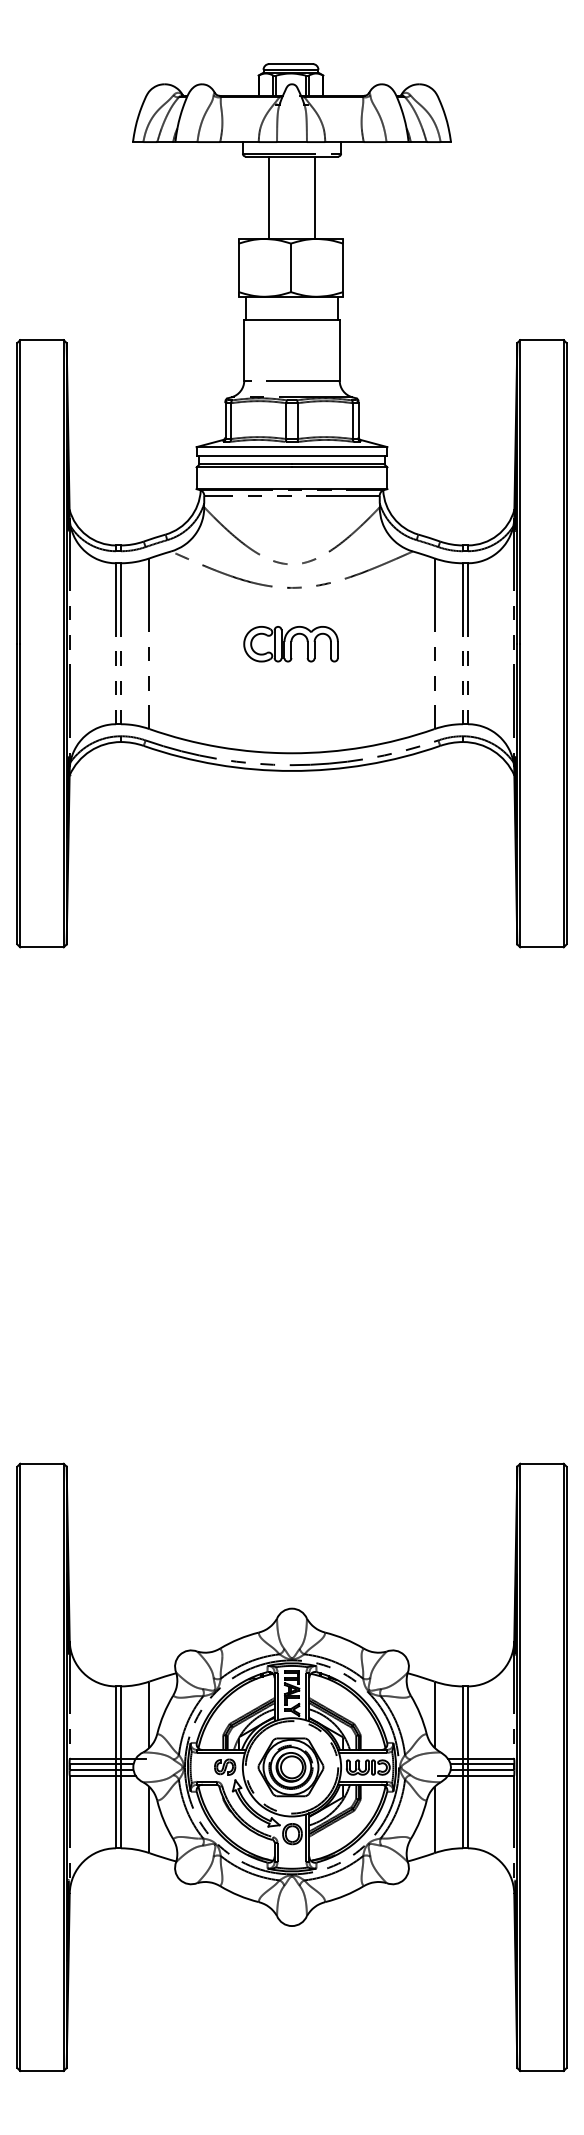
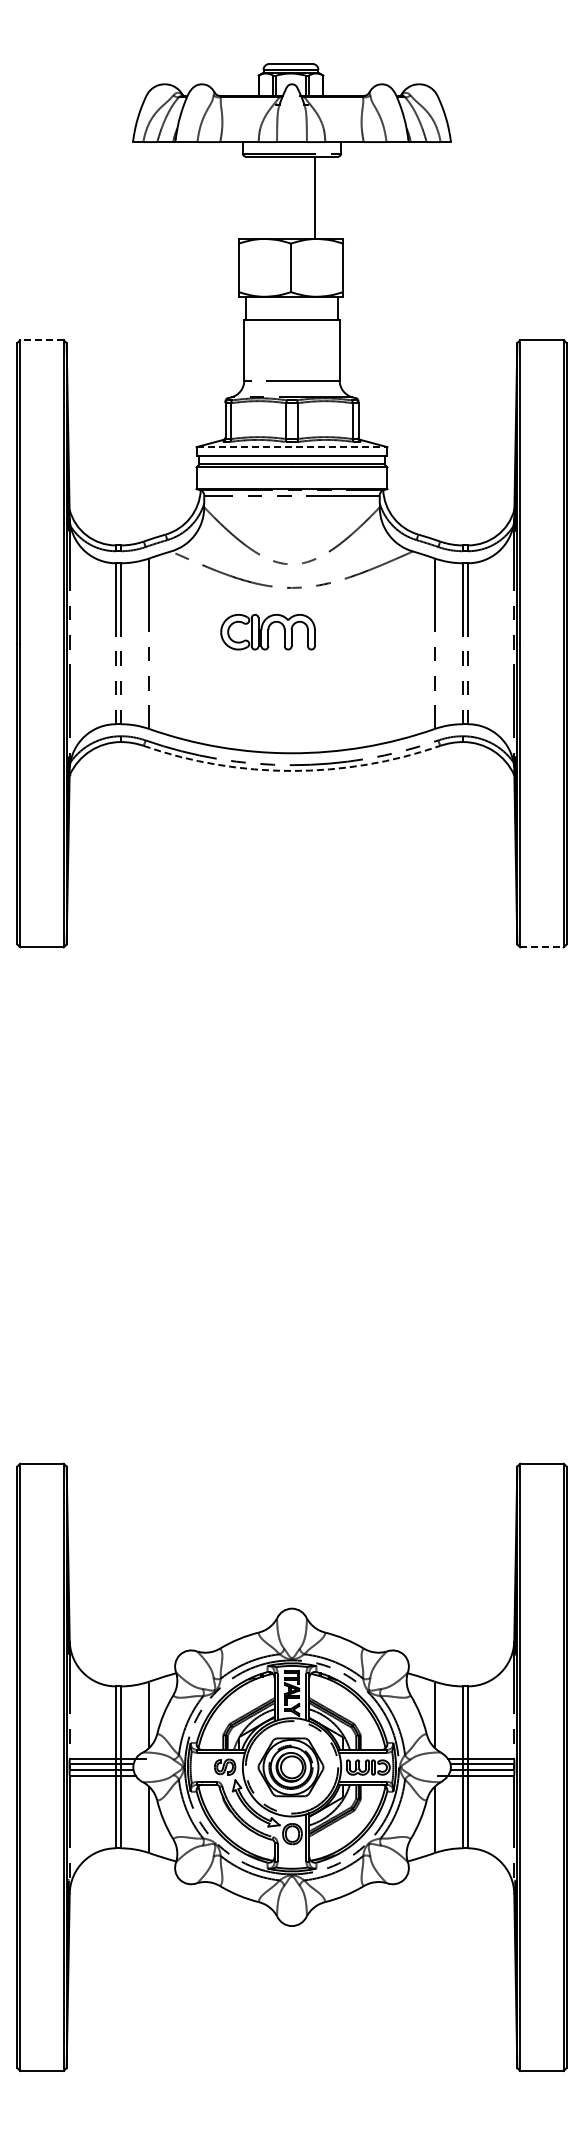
line at (268, 197): present -> none
line at (42, 340): solid -> dashed
line at (292, 447): solid -> dashed
part at (290, 644) position: (290, 644) -> (267, 632)
arc at (291, 770): solid -> dashed
line at (541, 947): solid -> dashed
